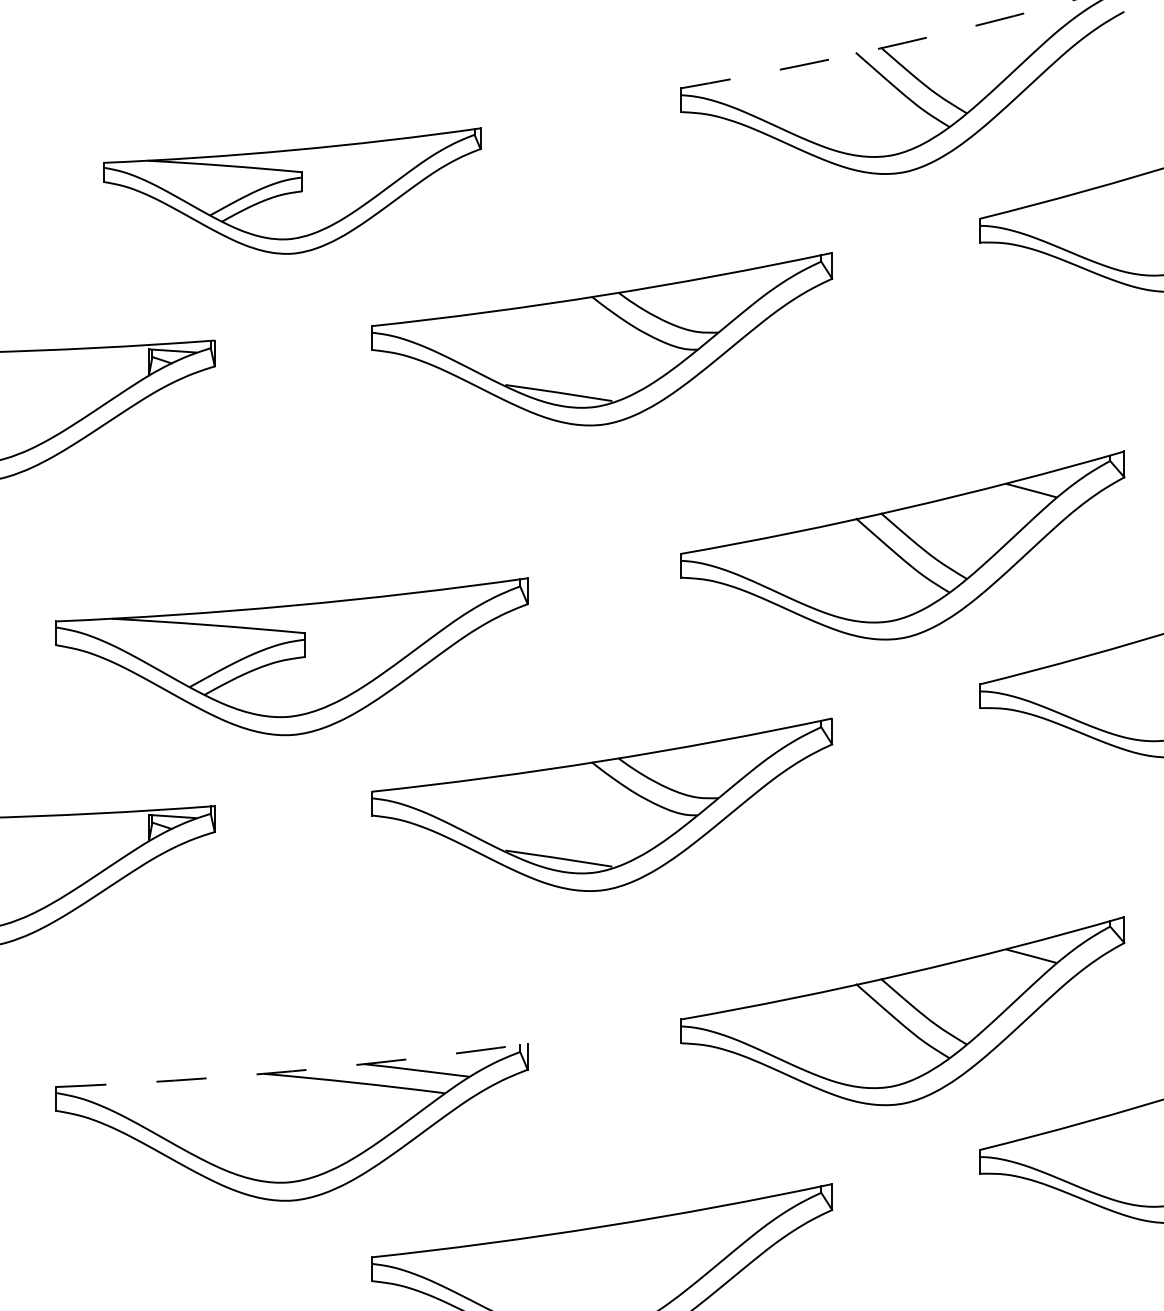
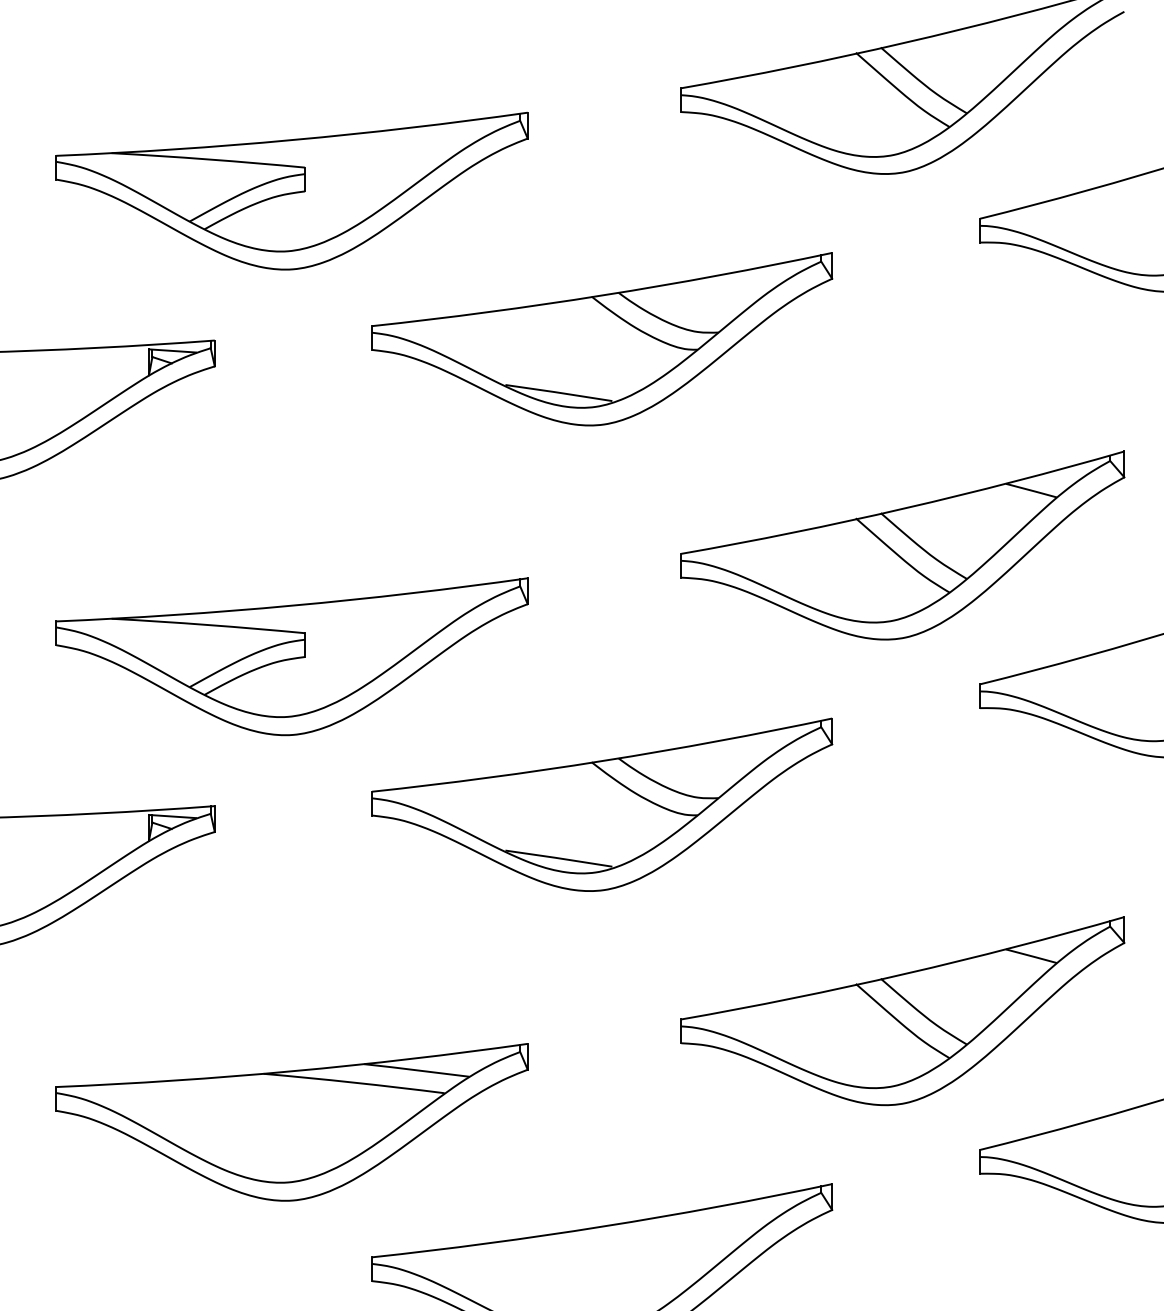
arc at (878, 48): dashed -> solid
part at (292, 190) size: 379x128 px -> 474x160 px
arc at (292, 1071): dashed -> solid
